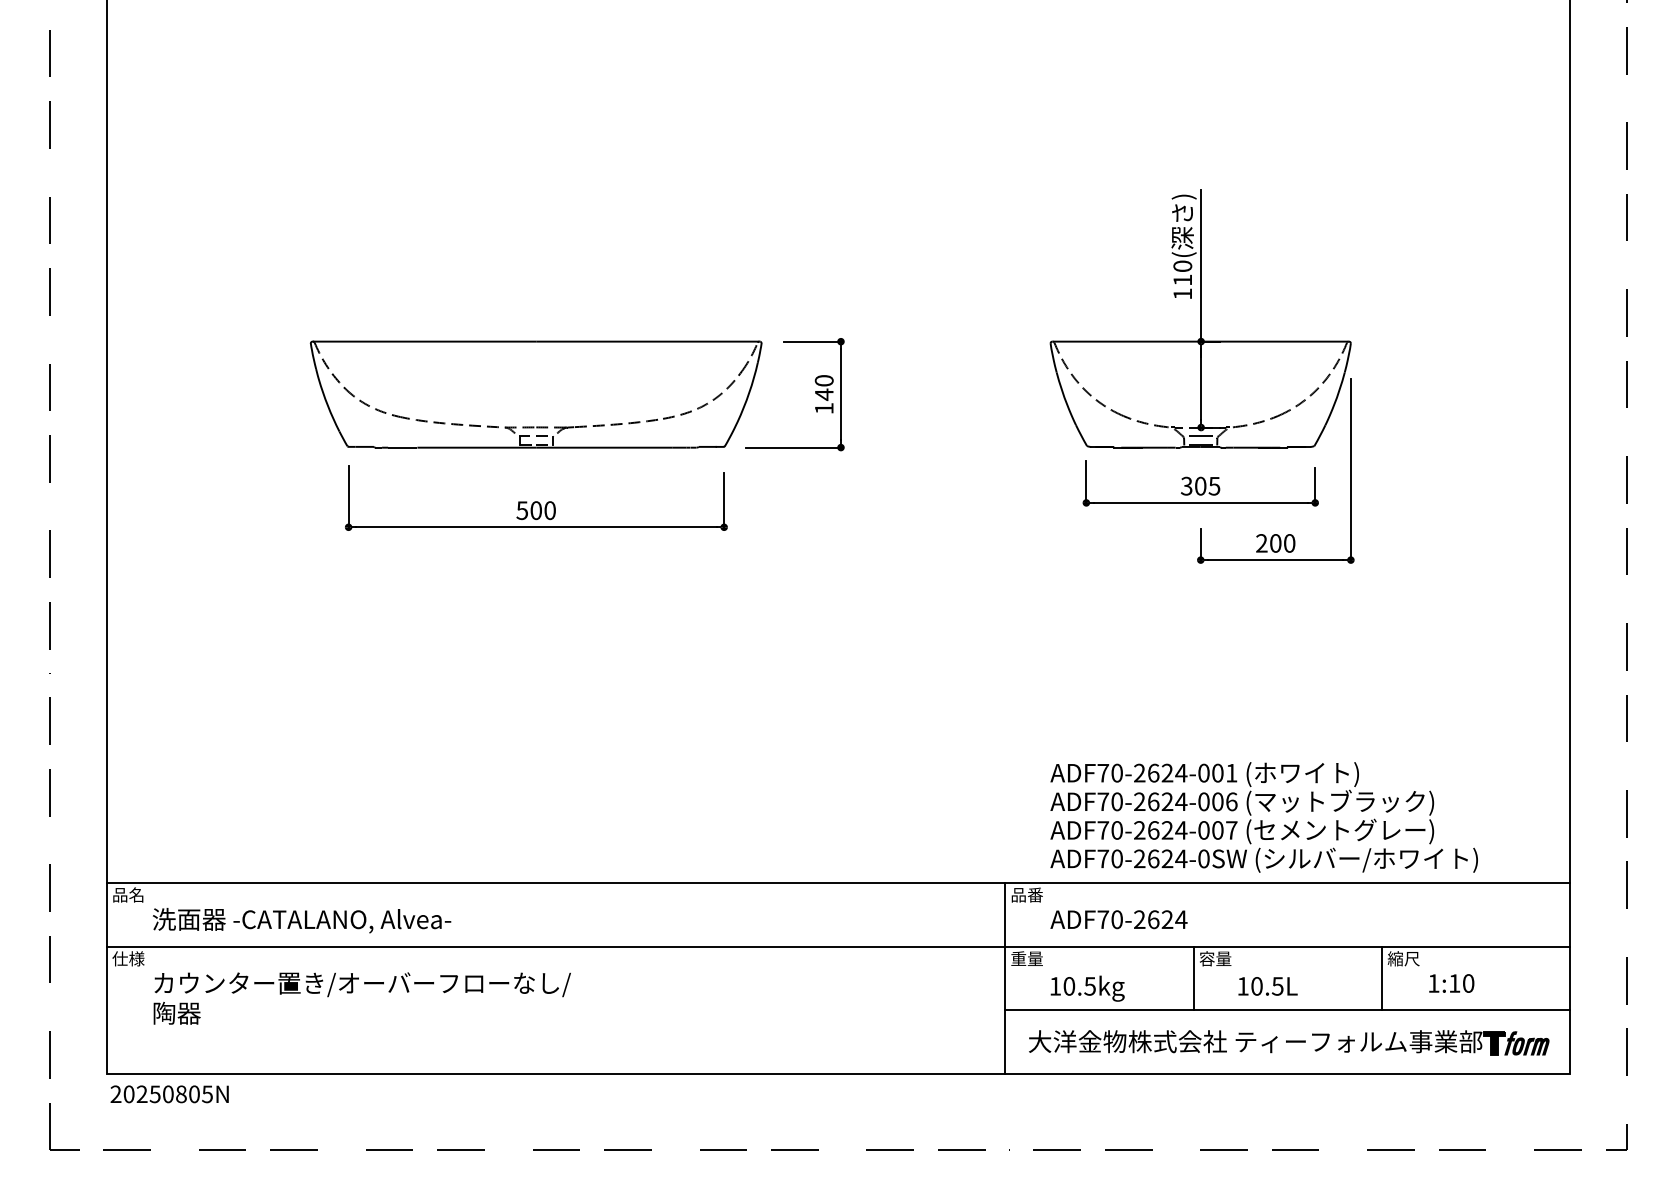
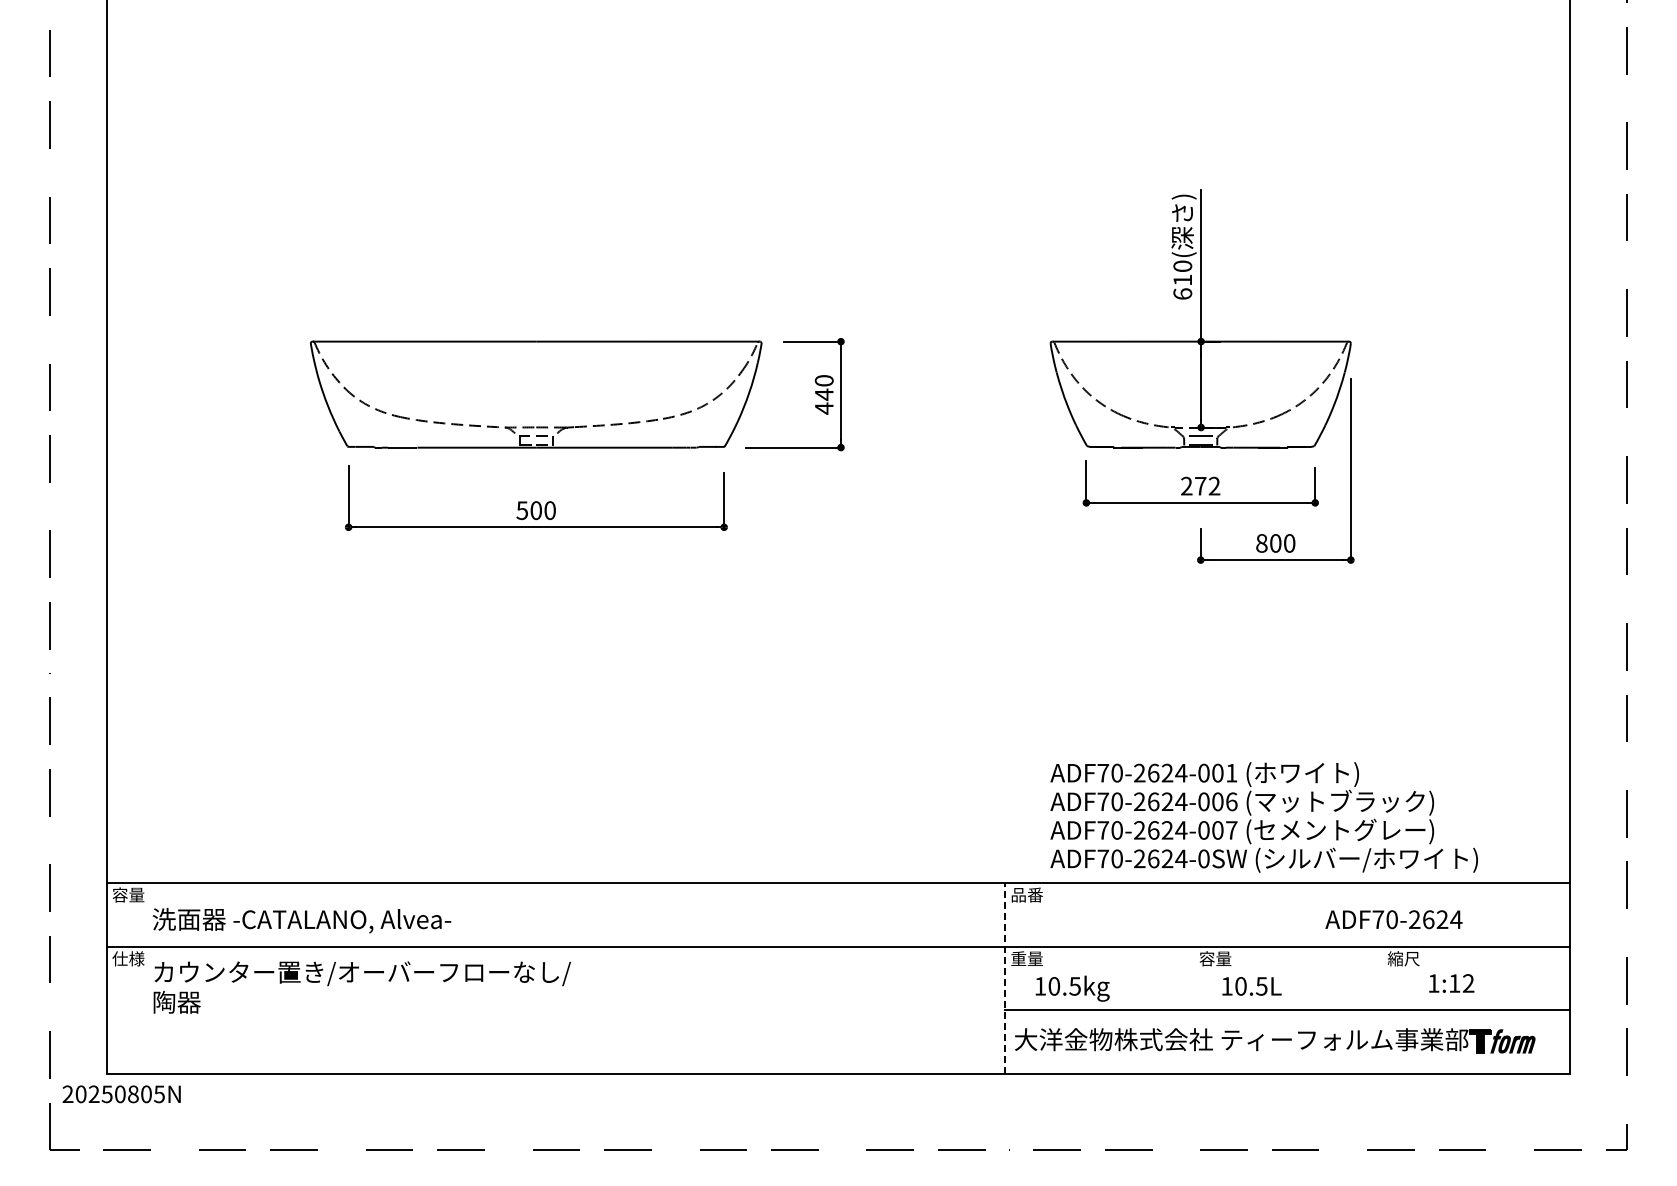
text at (1182, 293): 110( -> 610(
text at (824, 408): 140 -> 440
text at (1200, 485): 305 -> 272
text at (1261, 543): 200 -> 800
text at (128, 894): 品名 -> 容量
text at (1118, 919) position: (1118, 919) -> (1393, 919)
line at (1005, 978): solid -> dashed
line at (1193, 978): present -> none
line at (1381, 978): present -> none
text at (1468, 983): 1:10 -> 1:12
text at (1267, 986) position: (1267, 986) -> (1251, 986)
text at (1087, 988) position: (1087, 988) -> (1072, 988)
text at (361, 998) position: (361, 998) -> (361, 987)
part at (1289, 1042) position: (1289, 1042) -> (1275, 1040)
text at (169, 1094) position: (169, 1094) -> (121, 1094)
